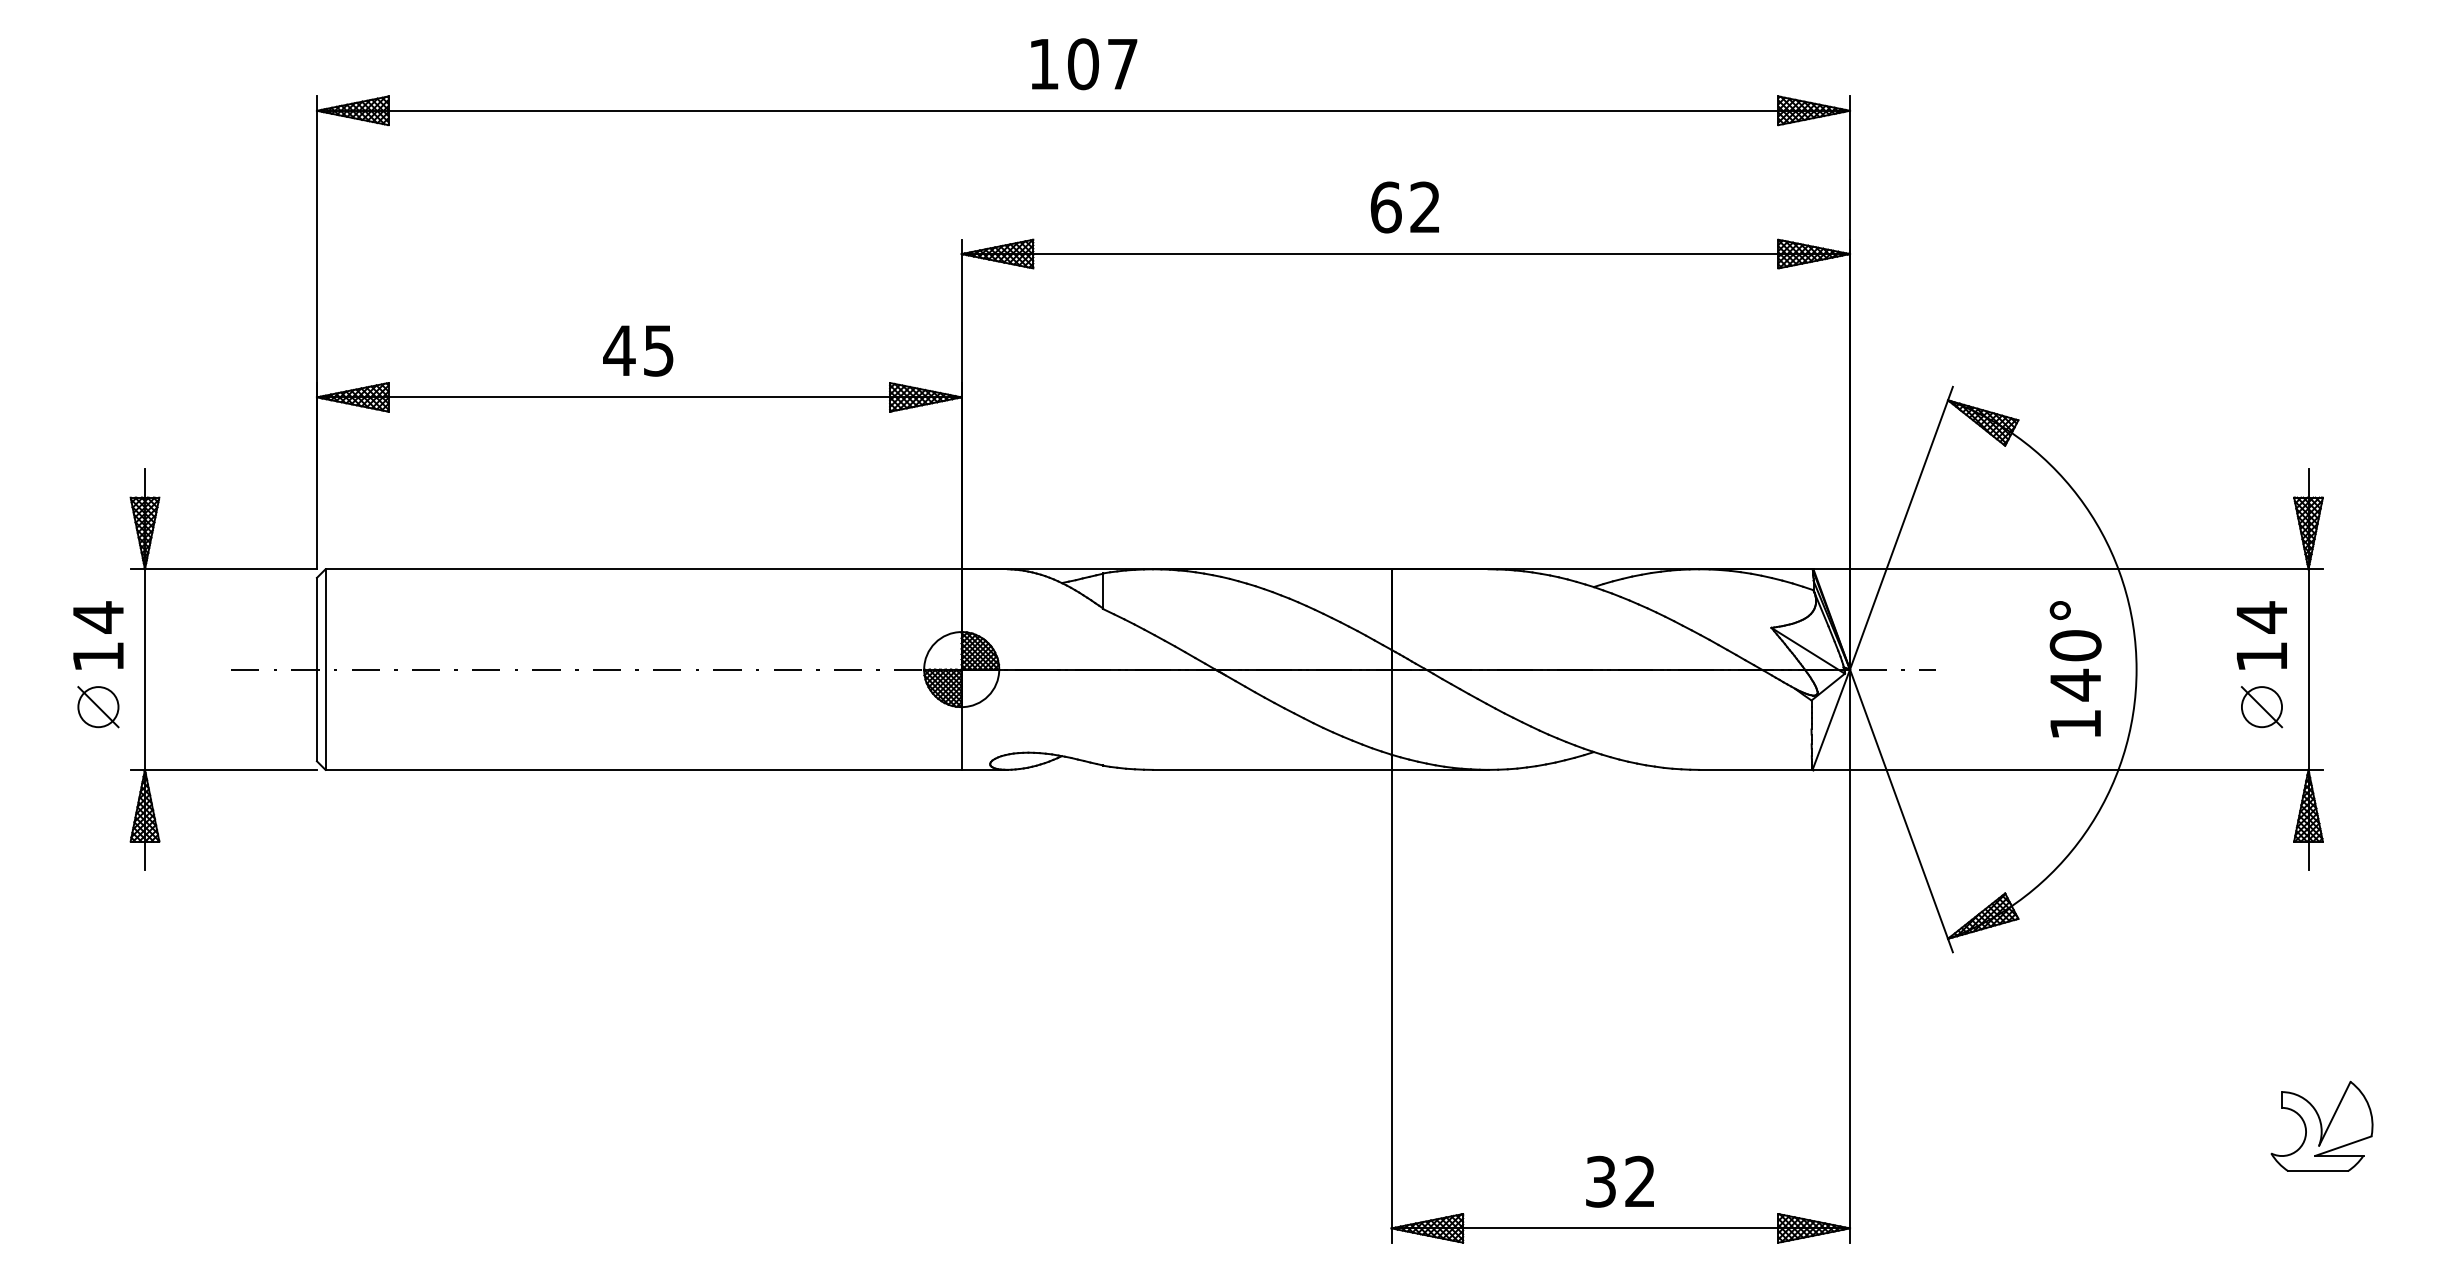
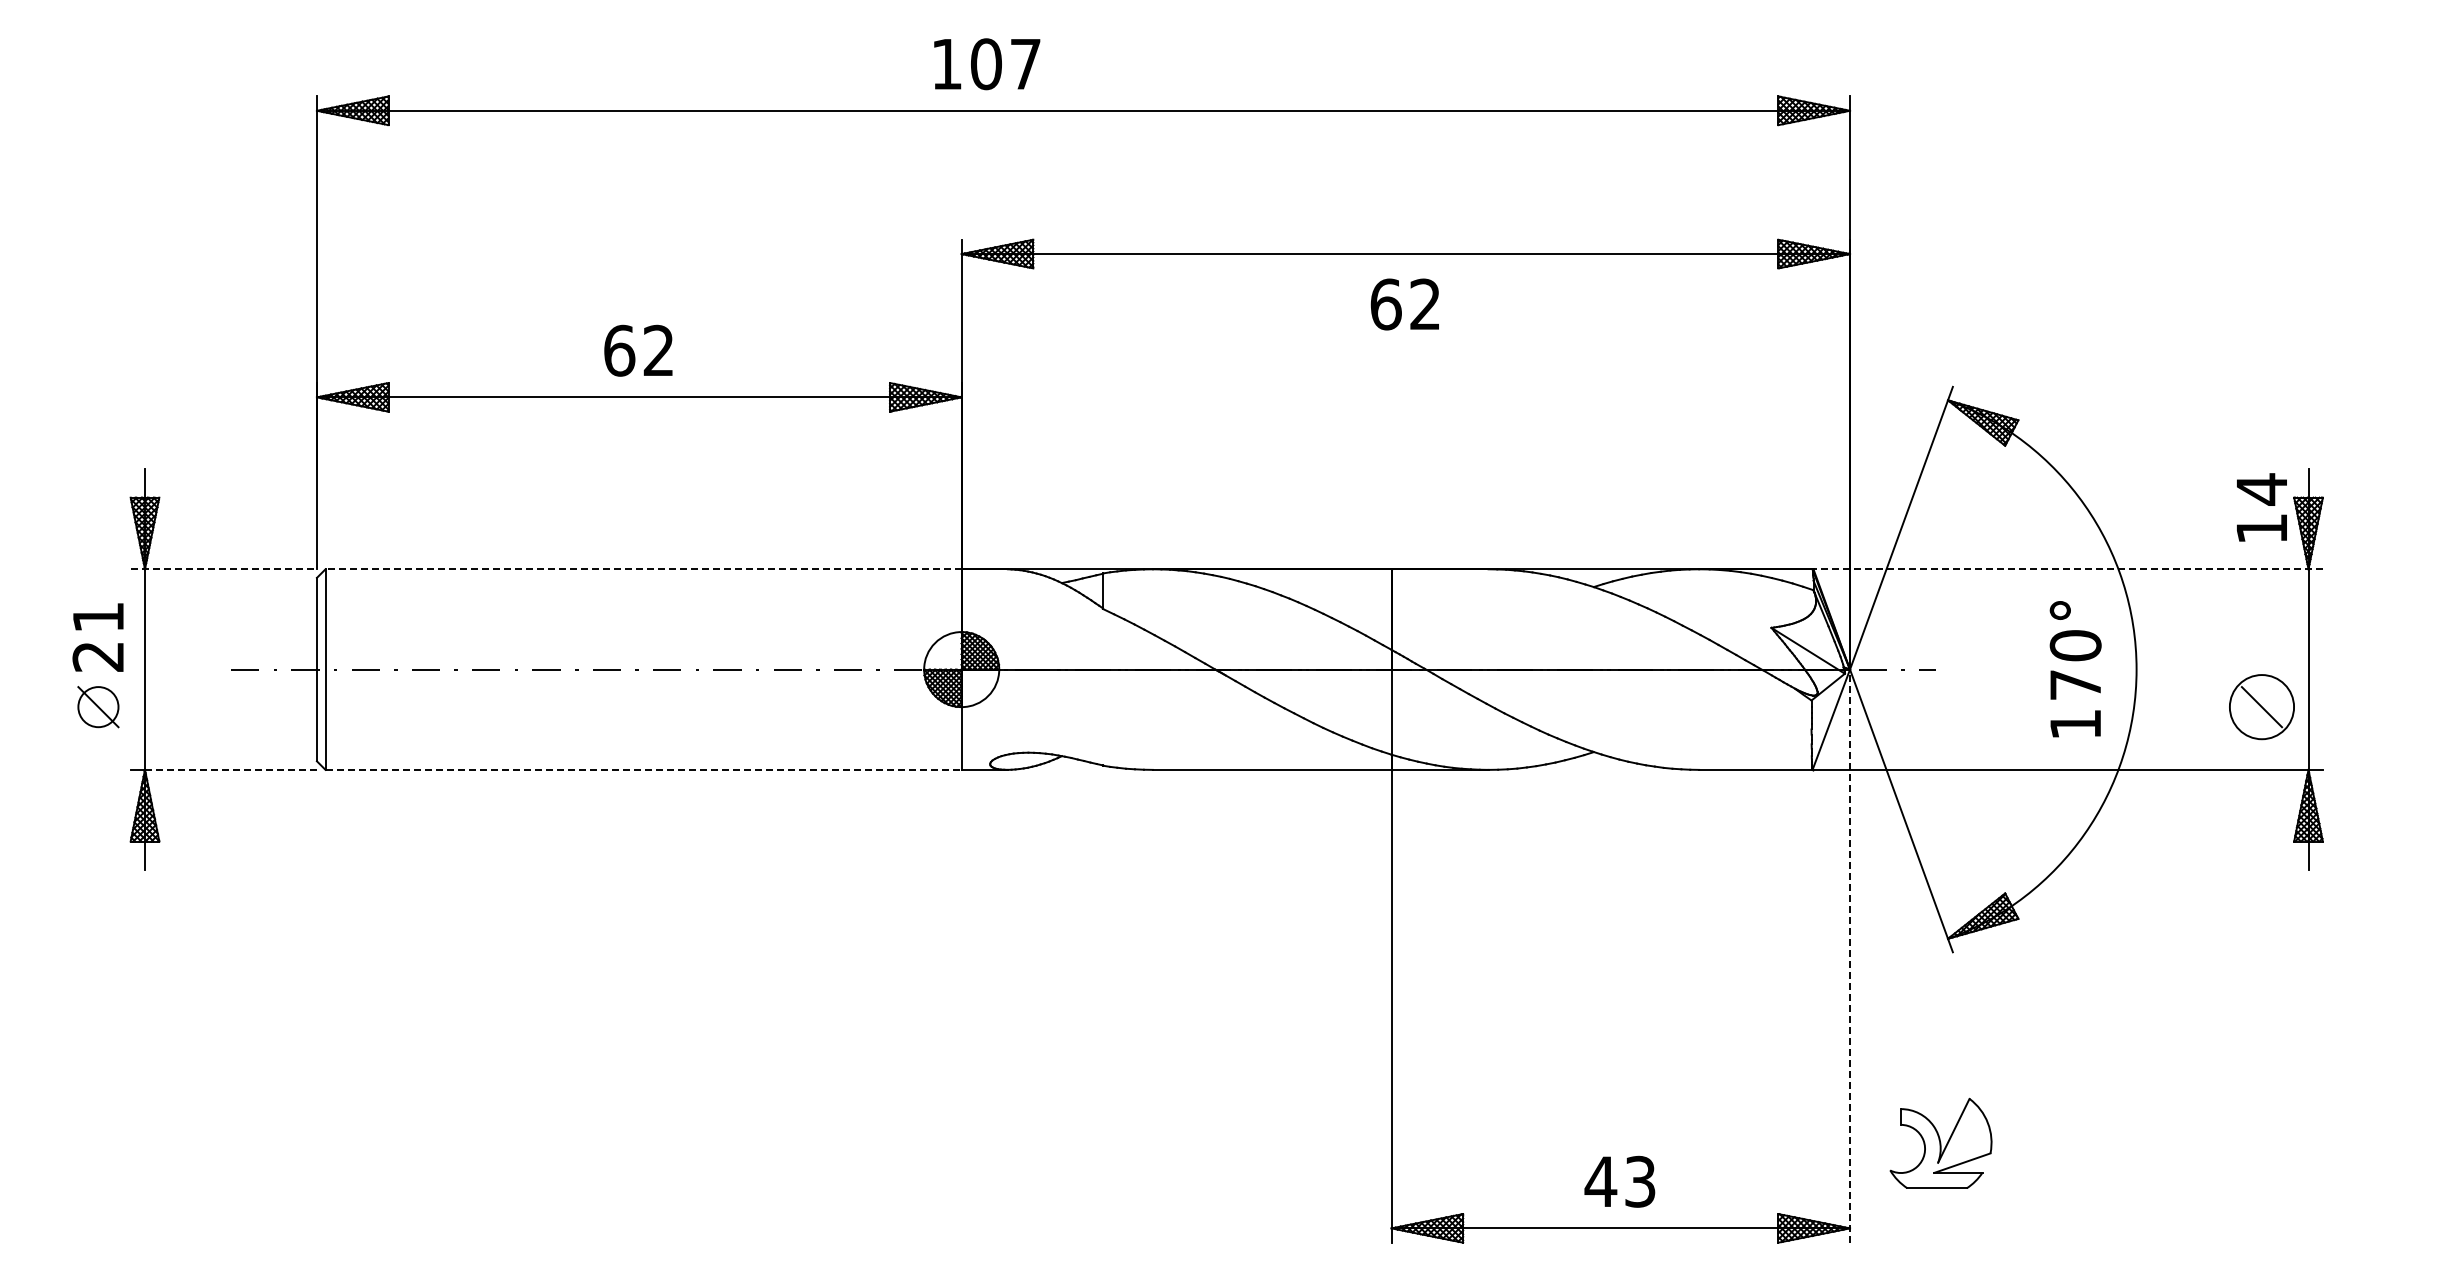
text at (1084, 64) position: (1084, 64) -> (987, 64)
text at (1404, 207) position: (1404, 207) -> (1404, 304)
text at (638, 350): 45 -> 62
line at (224, 569): solid -> dashed
line at (643, 569): solid -> dashed
line at (2068, 569): solid -> dashed
text at (2261, 635) position: (2261, 635) -> (2261, 507)
text at (97, 636): 14 -> 21
text at (2075, 684): 140° -> 170°
circle at (2261, 707) diameter: 40 px -> 64 px
line at (230, 769): solid -> dashed
line at (644, 769): solid -> dashed
line at (1850, 956): solid -> dashed
part at (2321, 1125) position: (2321, 1125) -> (1940, 1142)
text at (1619, 1181): 32 -> 43
